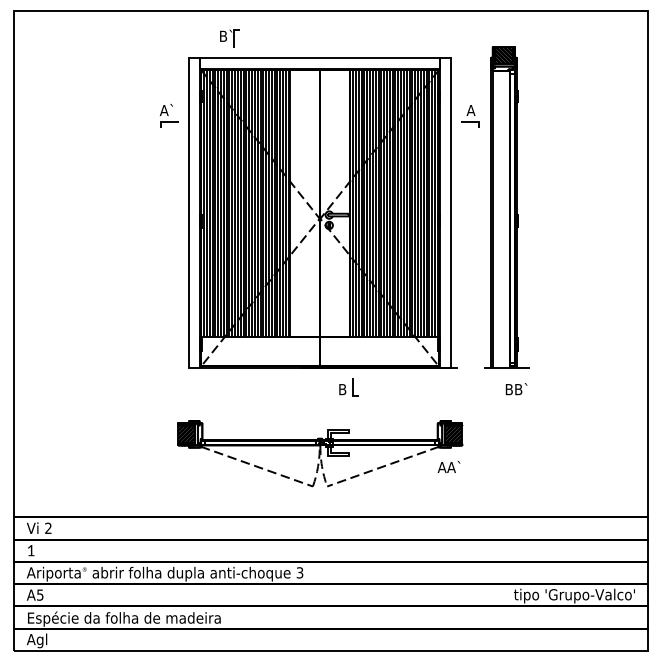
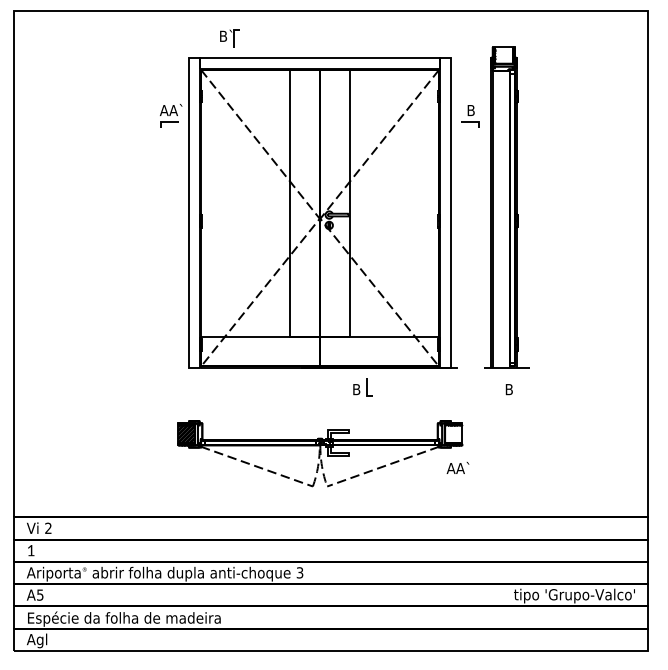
hatch at (503, 54): present -> none
text at (175, 110): A` -> AA`
text at (470, 110): A -> B
hatch at (244, 202): present -> none
hatch at (393, 202): present -> none
part at (348, 387) position: (348, 387) -> (362, 387)
text at (521, 389): BB` -> B
hatch at (453, 434): present -> none
text at (448, 466) position: (448, 466) -> (457, 467)
